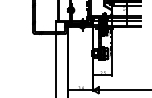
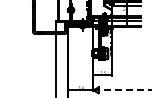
line at (122, 90): solid -> dashed
